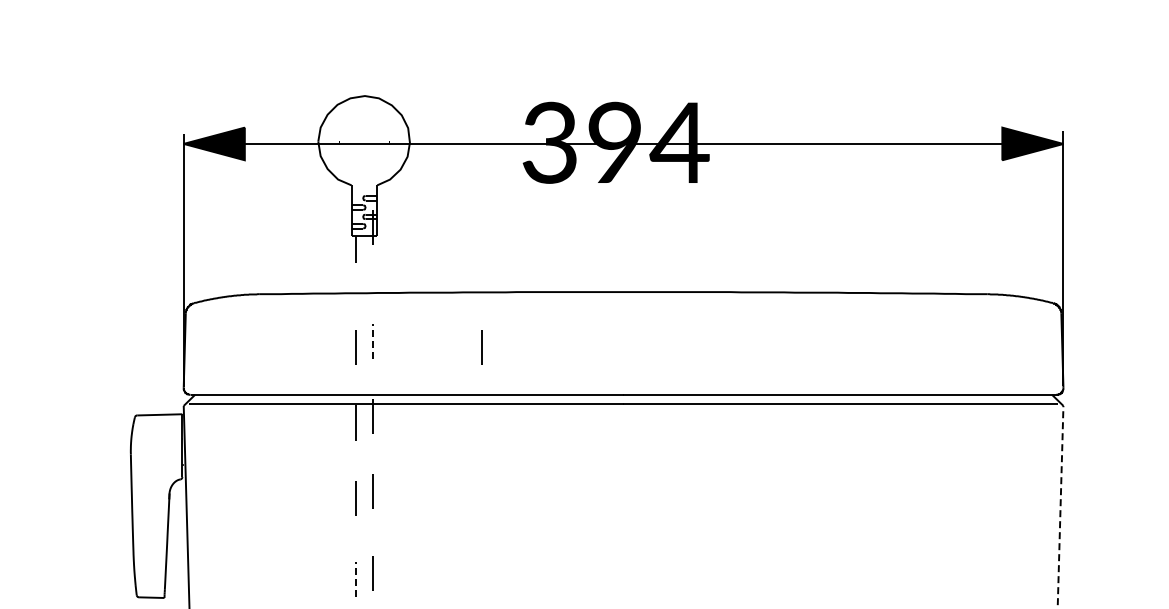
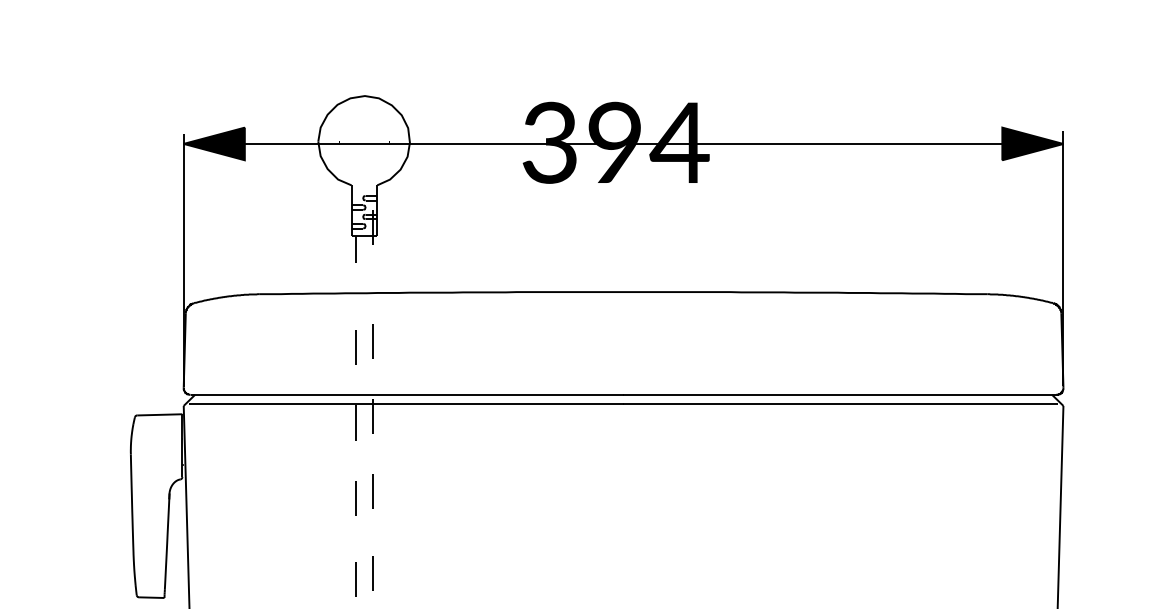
line at (372, 341): dashed -> solid
line at (481, 347): present -> none
line at (1060, 506): dashed -> solid
line at (355, 579): dashed -> solid
